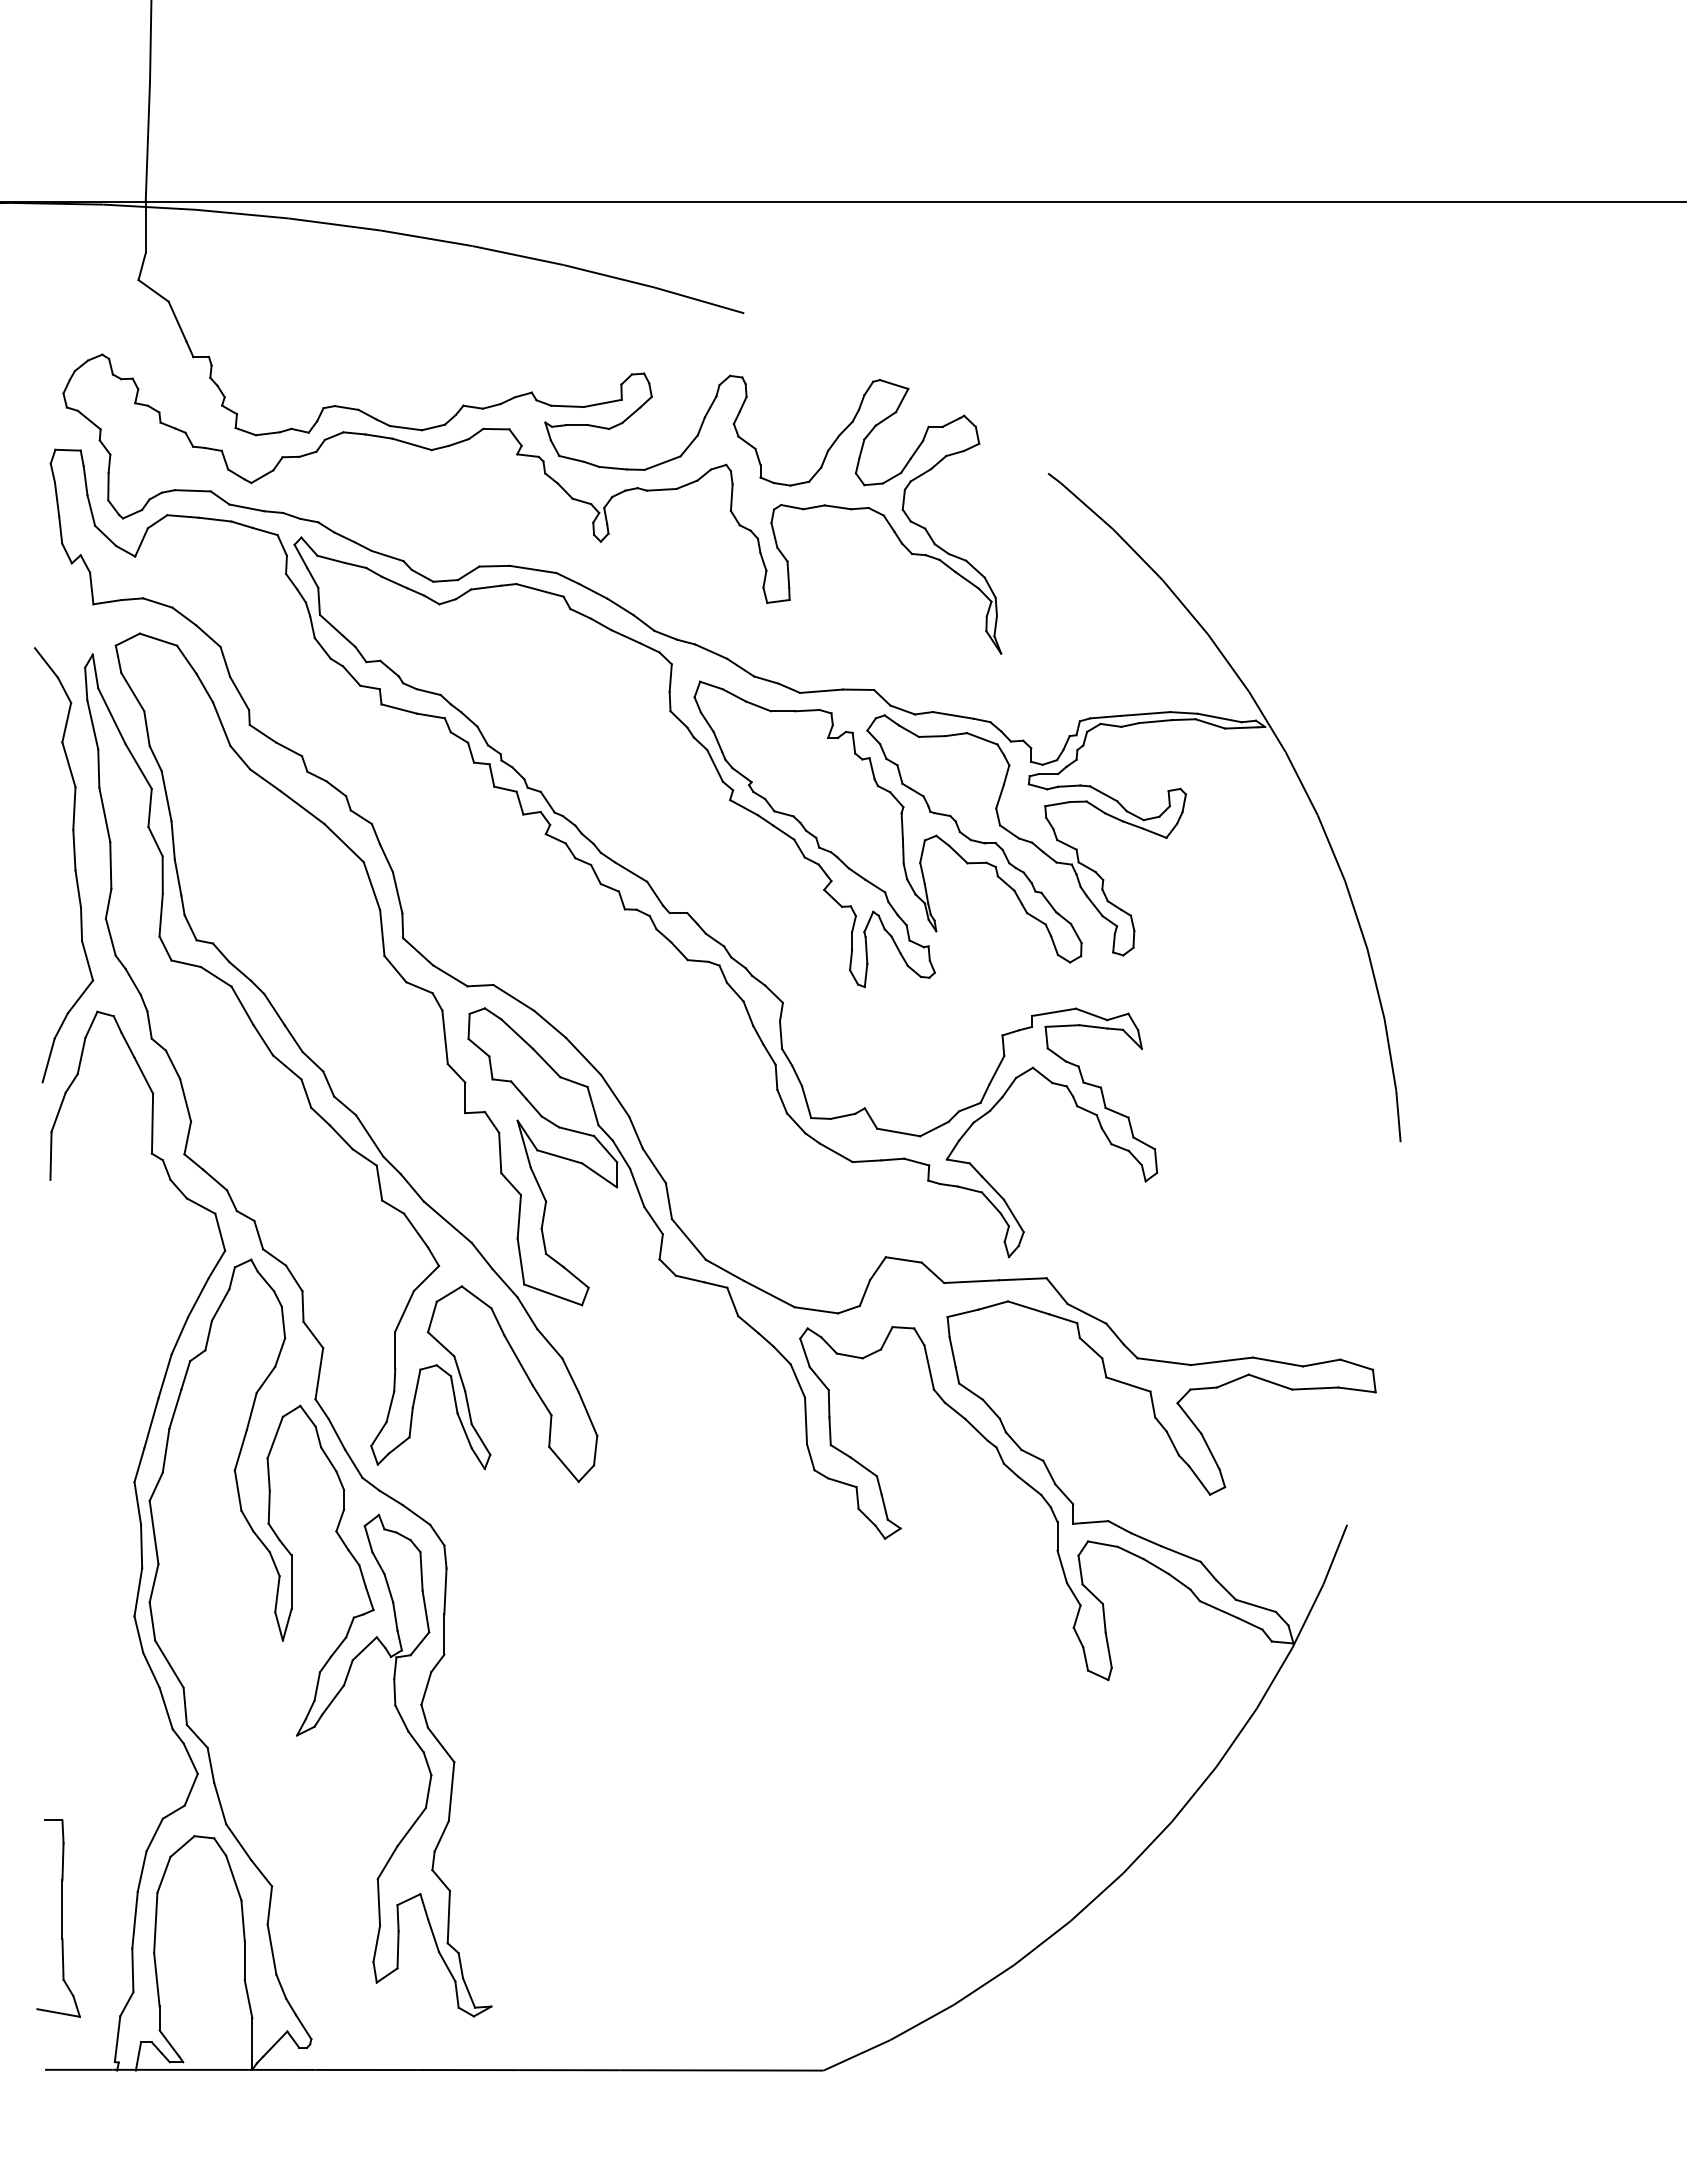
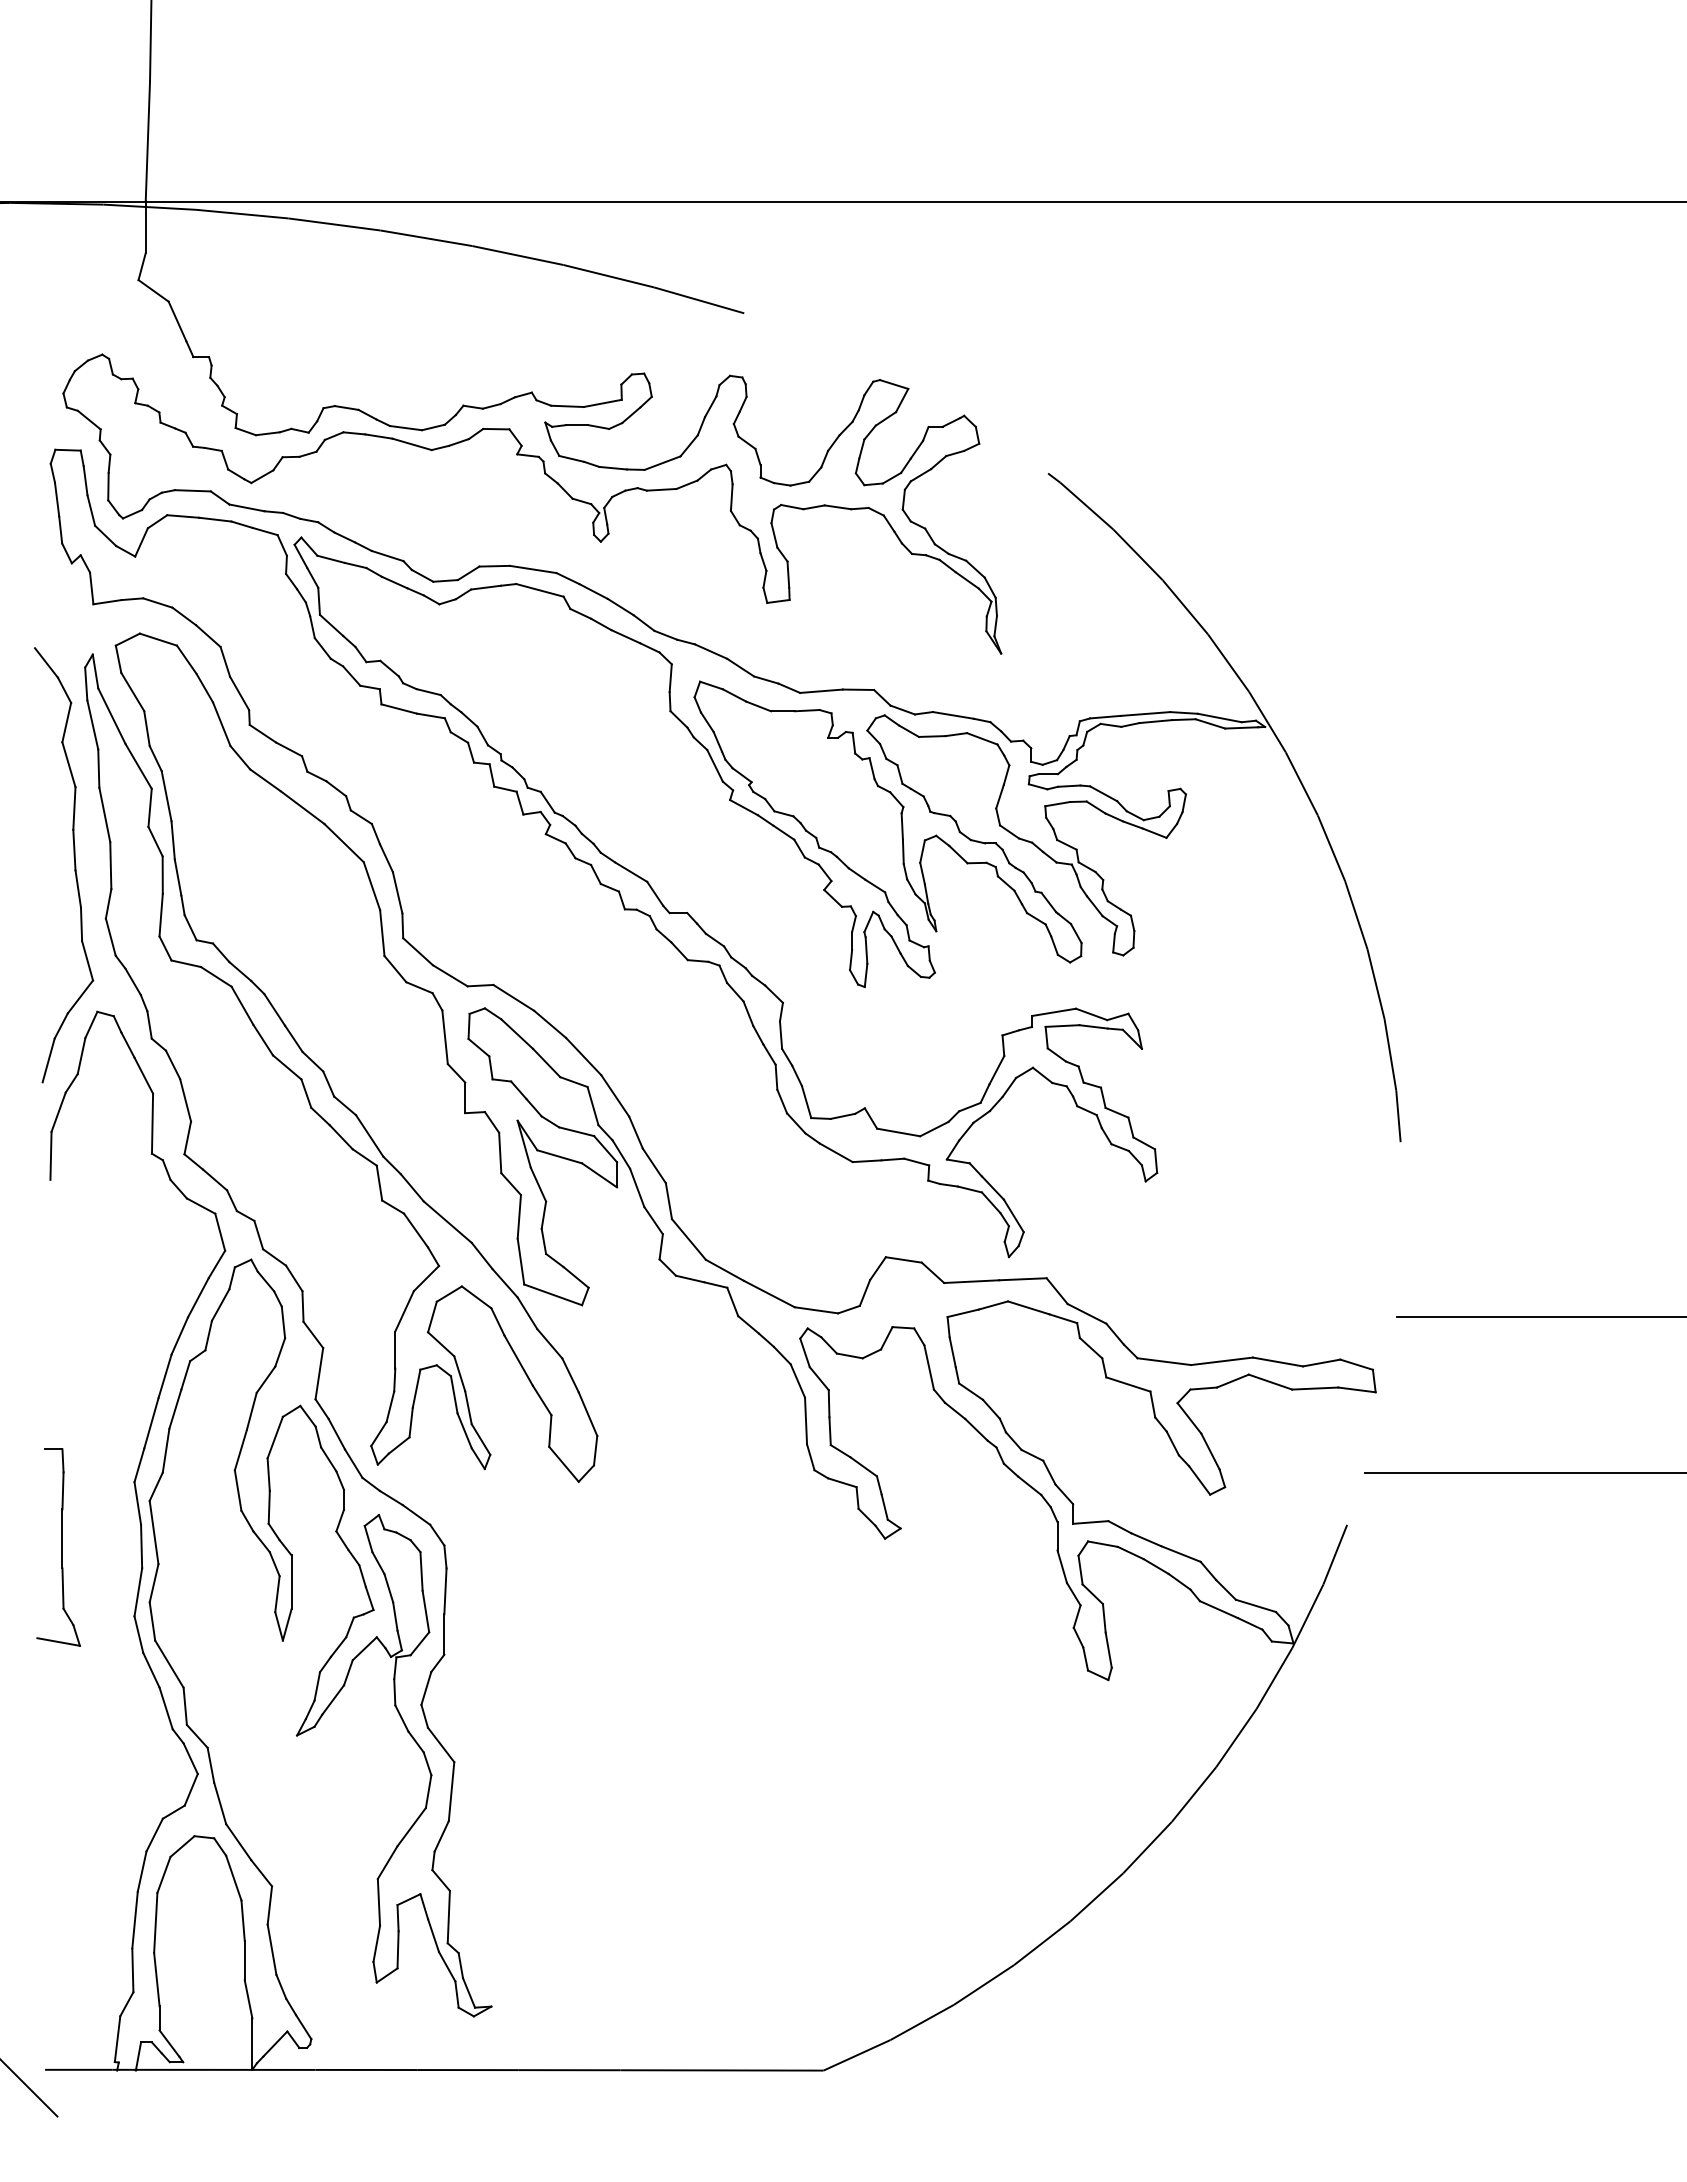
line at (1539, 1316): none -> present
line at (1523, 1472): none -> present
part at (58, 1918) position: (58, 1918) -> (58, 1547)
line at (29, 2088): none -> present
